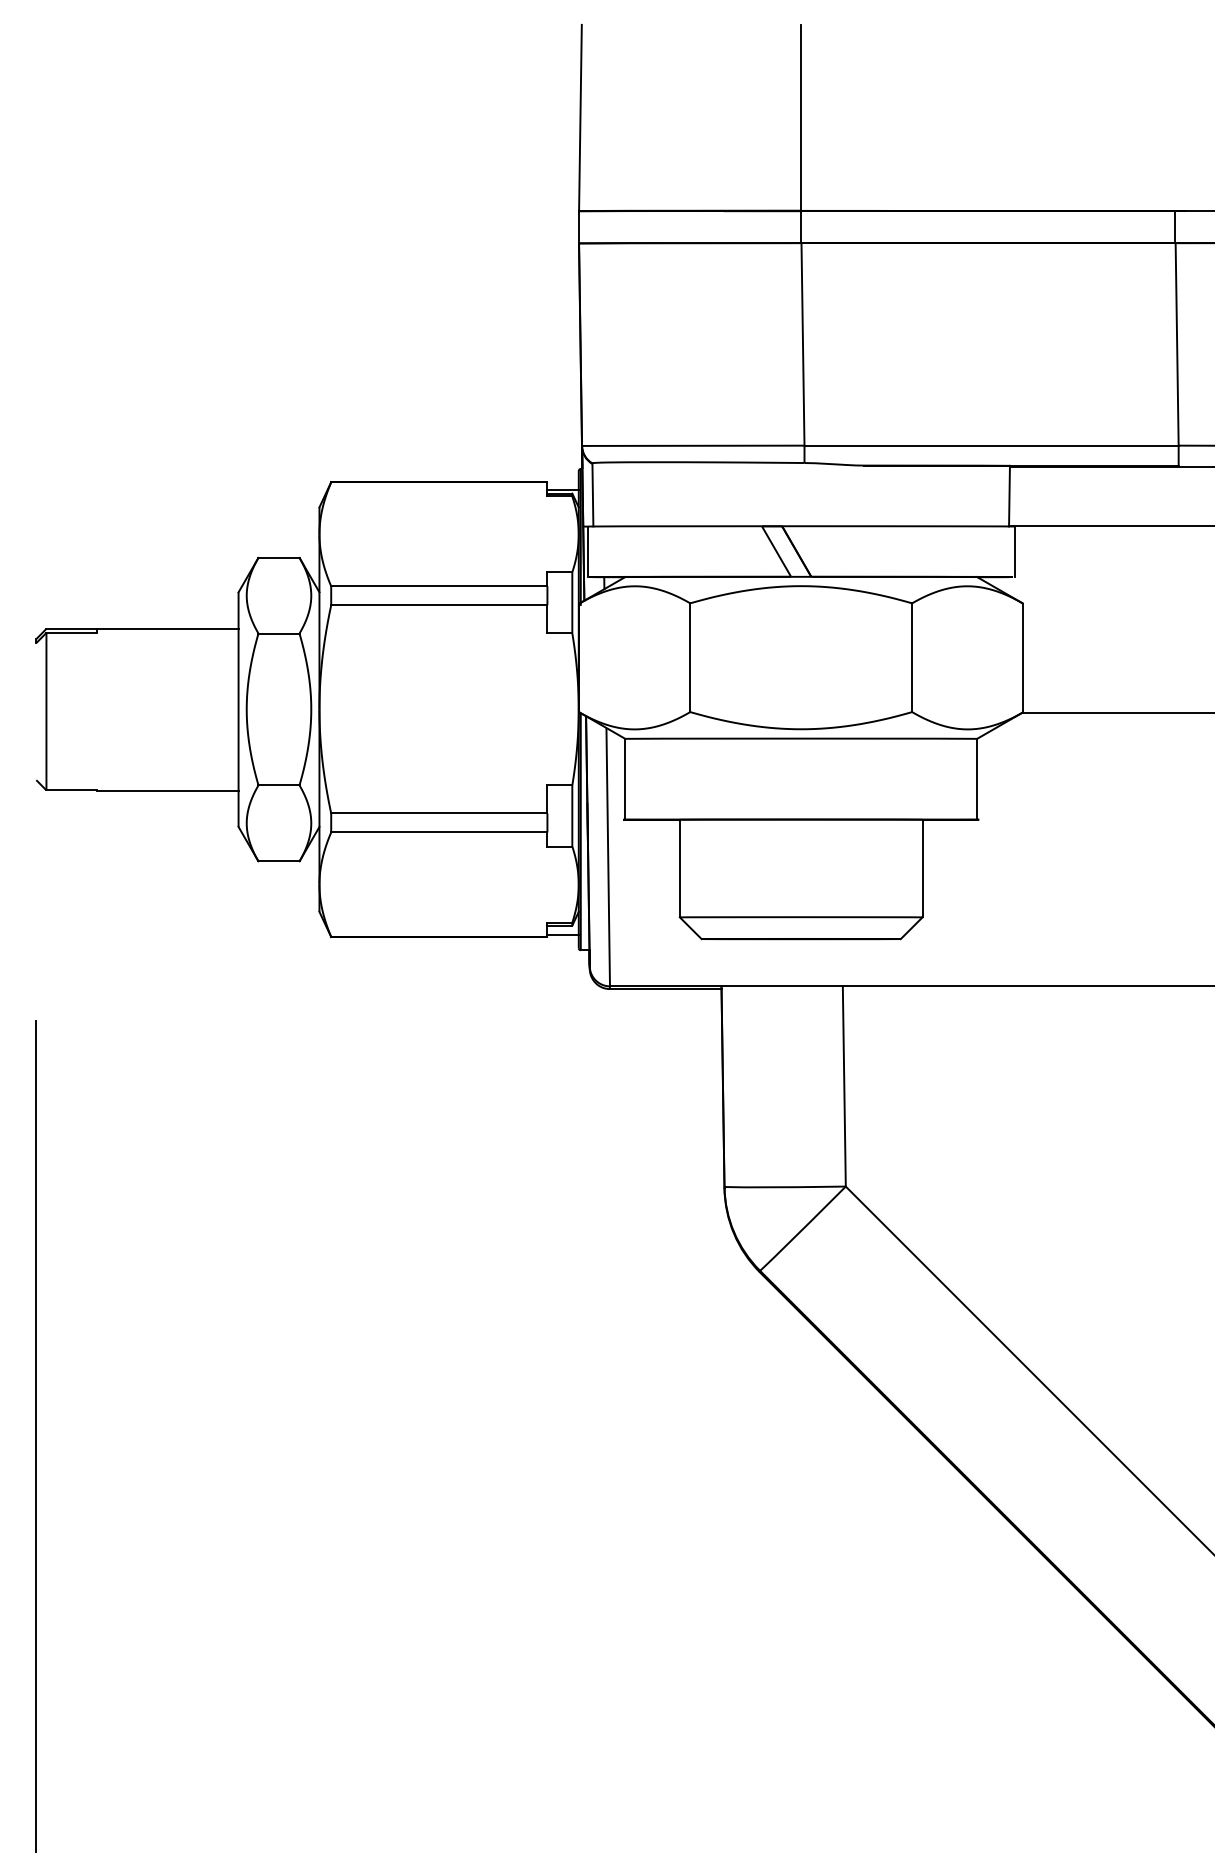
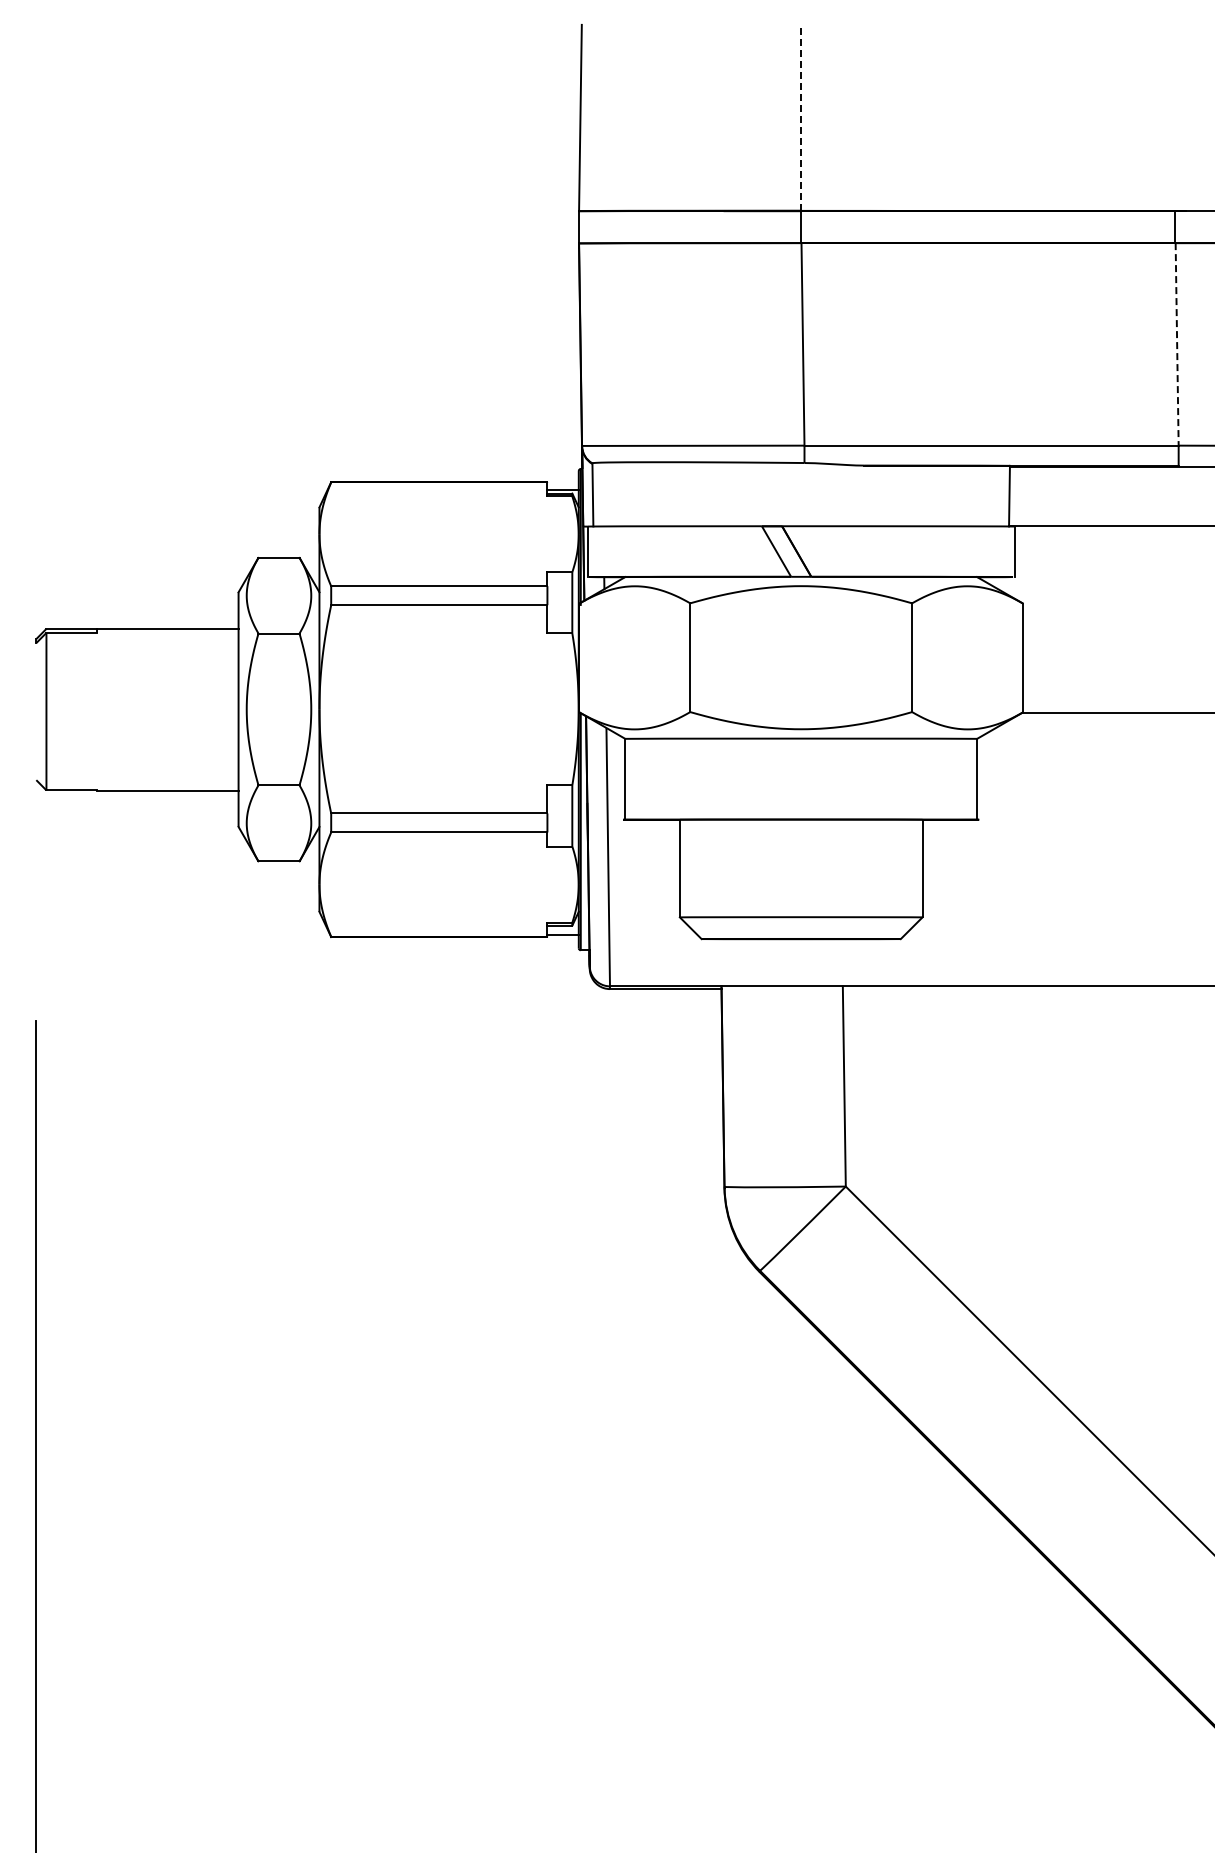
line at (801, 117): solid -> dashed
line at (1177, 344): solid -> dashed
